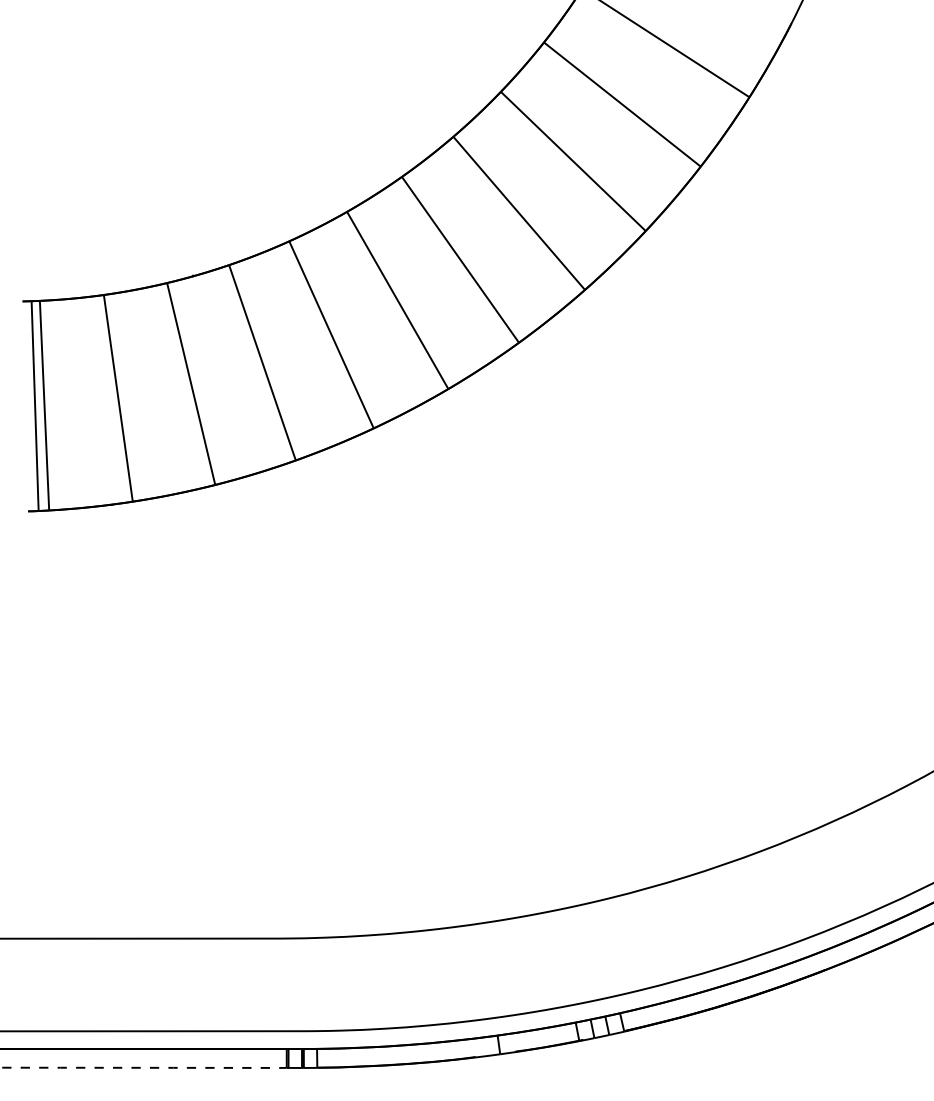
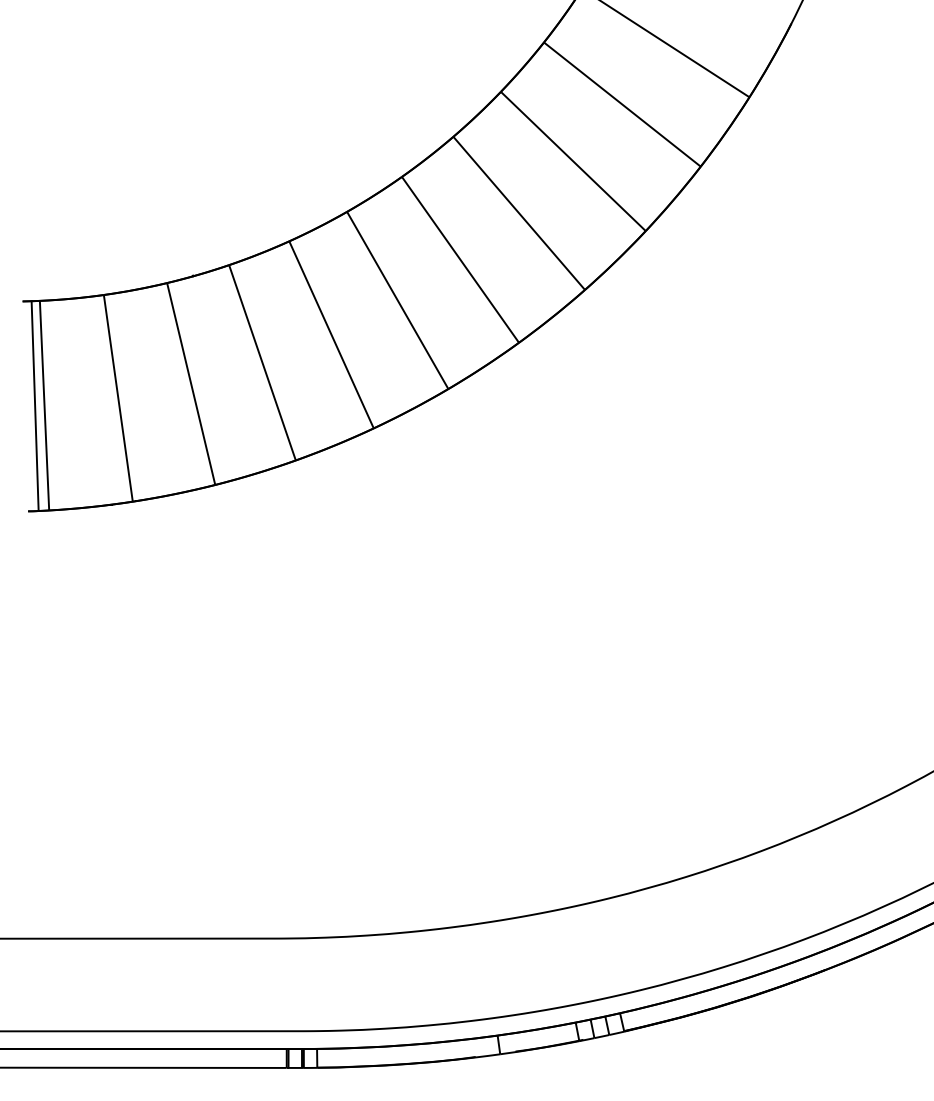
line at (143, 1067): dashed -> solid
